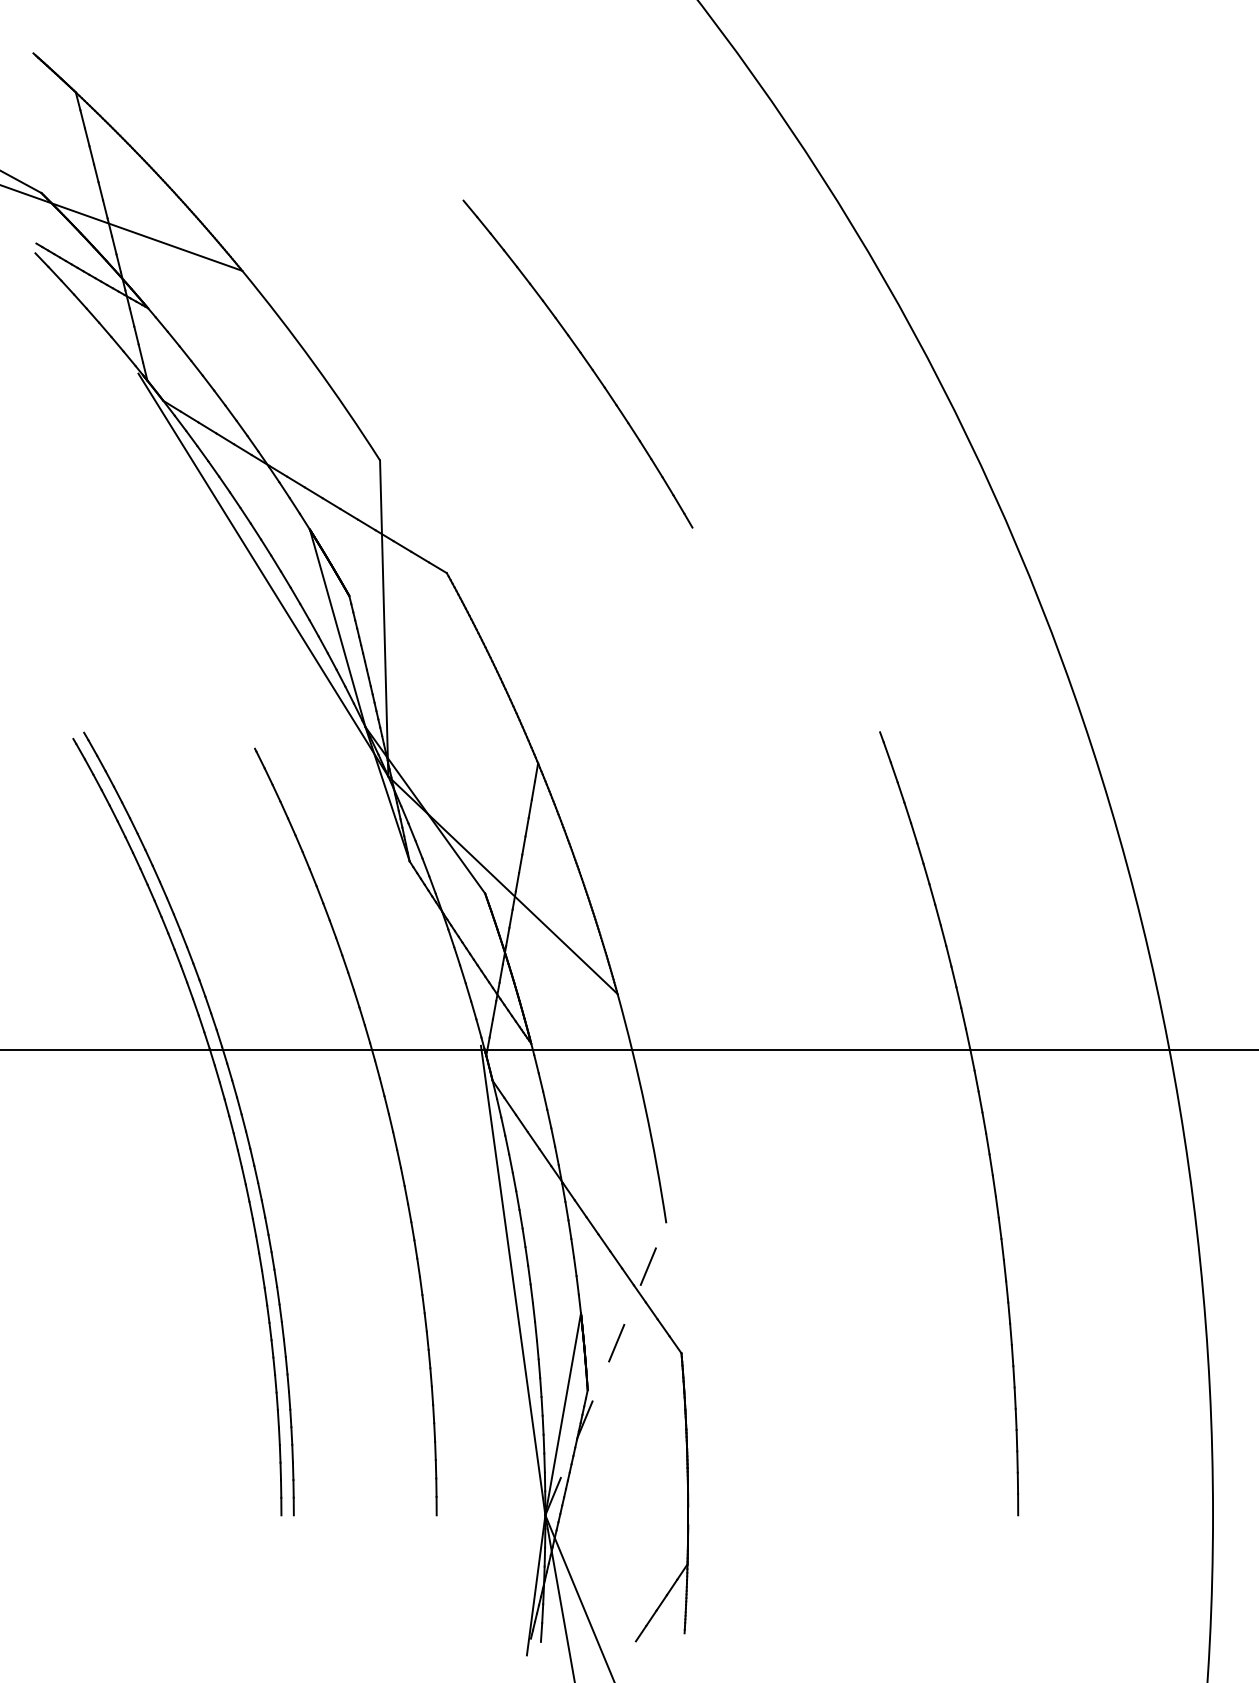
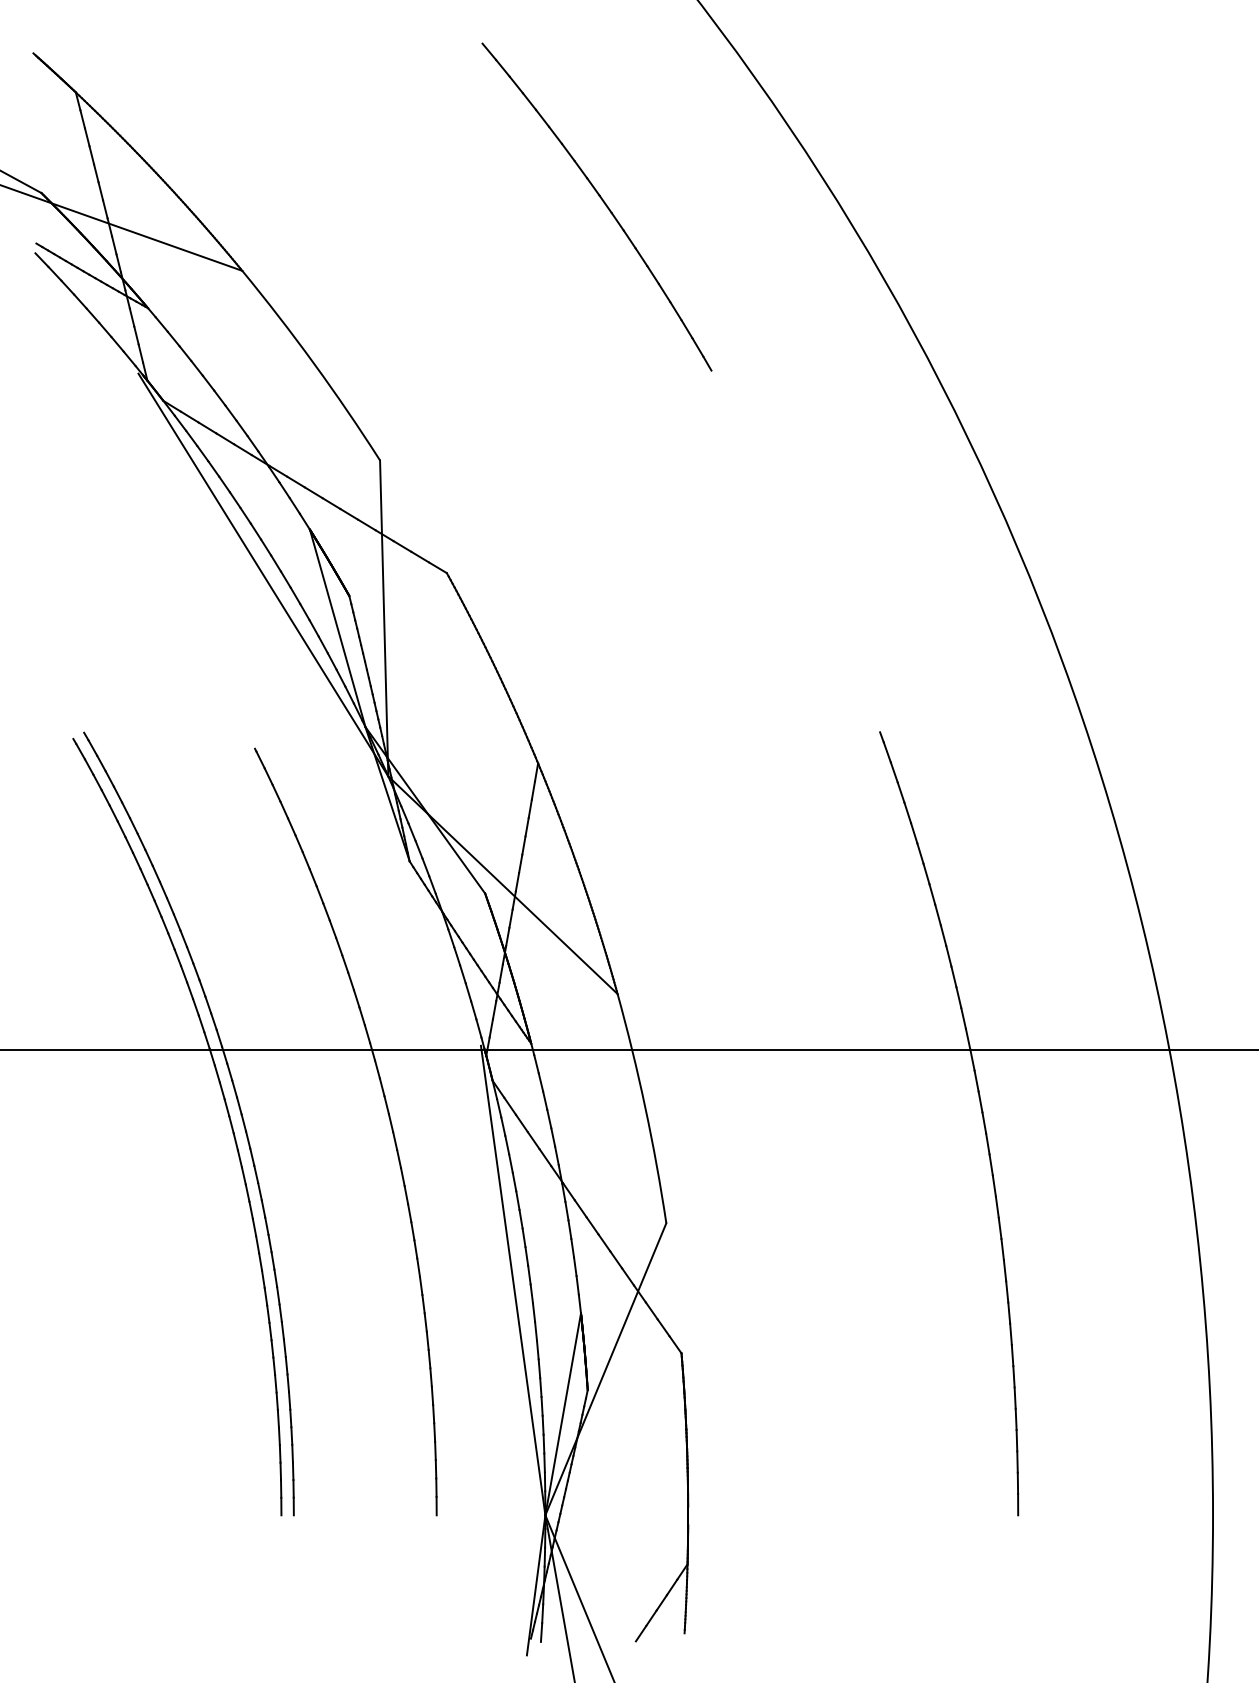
part at (584, 360) position: (584, 360) -> (603, 203)
line at (606, 1368): dashed -> solid
